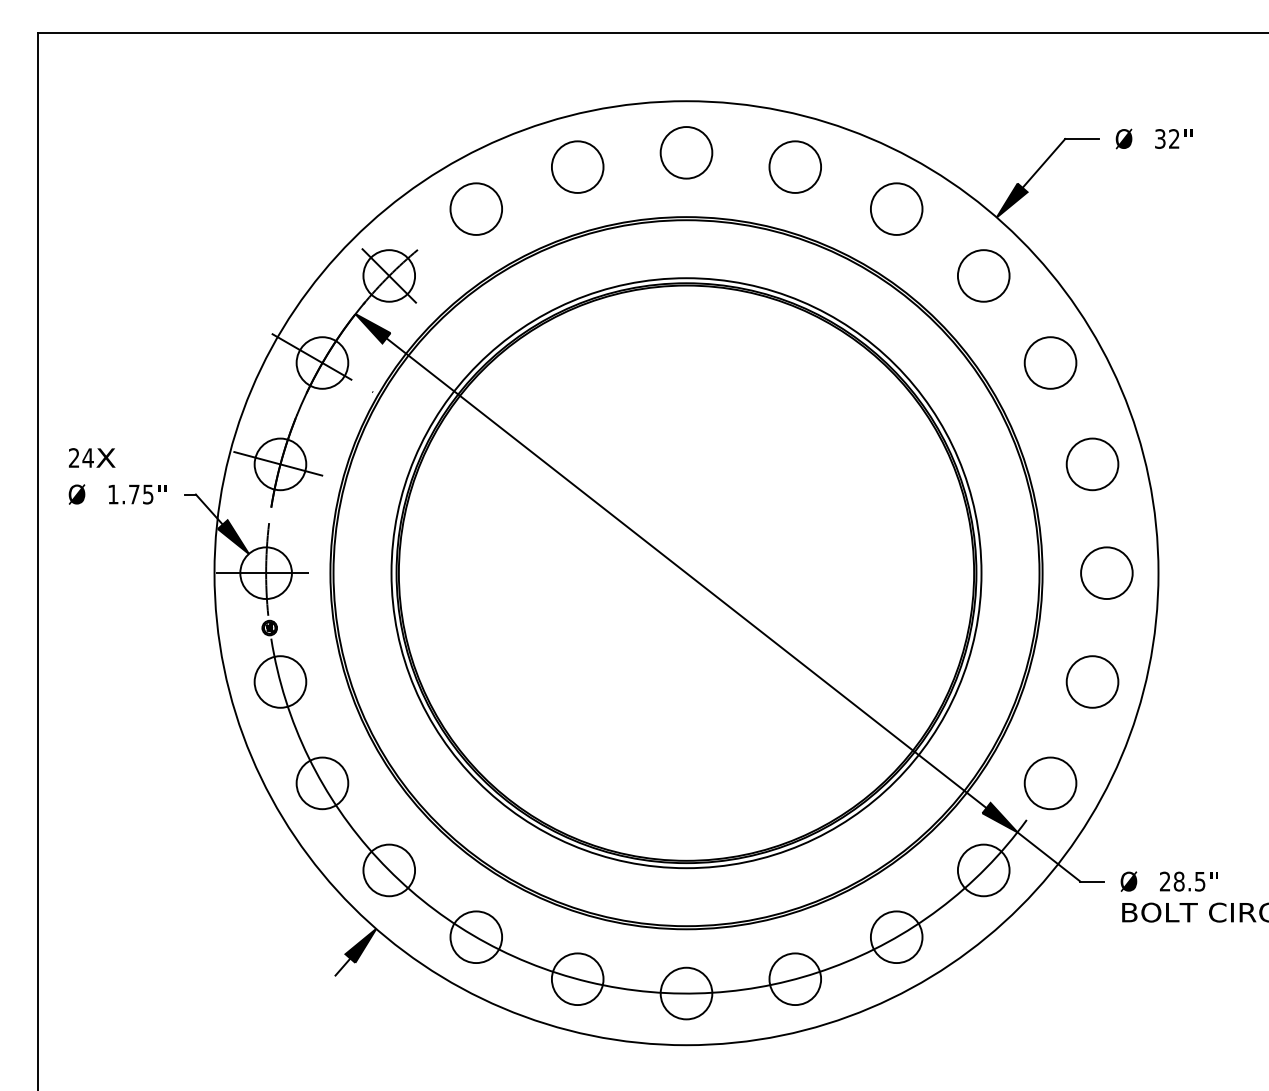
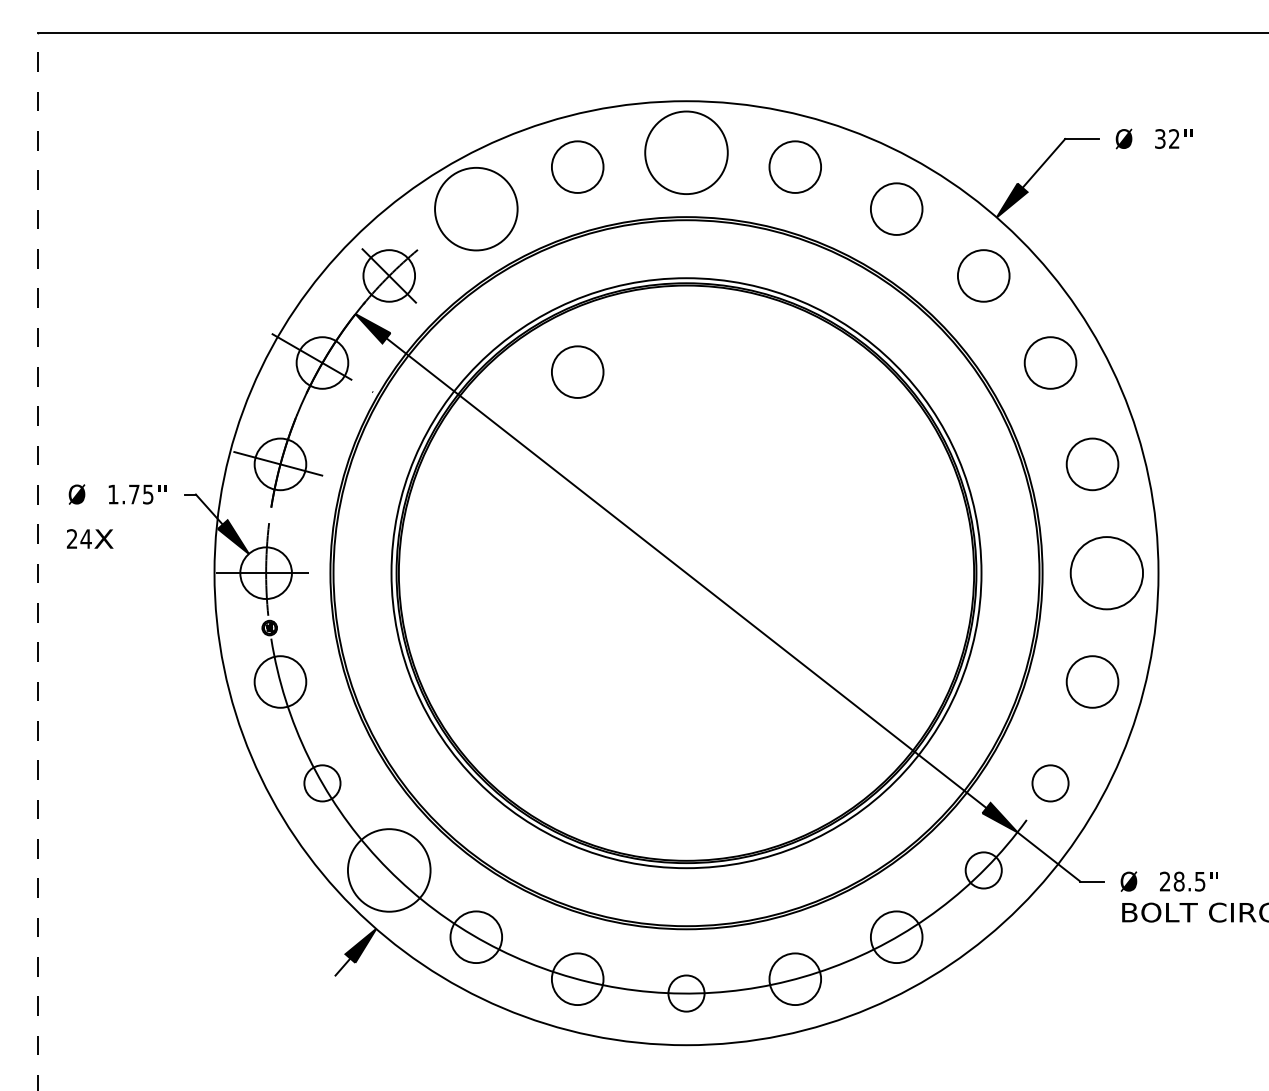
circle at (686, 152) diameter: 52 px -> 83 px
circle at (476, 208) diameter: 52 px -> 83 px
circle at (577, 371): none -> present
text at (92, 457) position: (92, 457) -> (90, 538)
line at (38, 561): solid -> dashed
circle at (1106, 573) diameter: 52 px -> 72 px
circle at (322, 783) diameter: 52 px -> 36 px
circle at (1050, 783) size: 55x55 px -> 39x39 px
circle at (389, 870) diameter: 52 px -> 83 px
circle at (983, 870) diameter: 52 px -> 36 px
circle at (686, 993) diameter: 52 px -> 36 px
